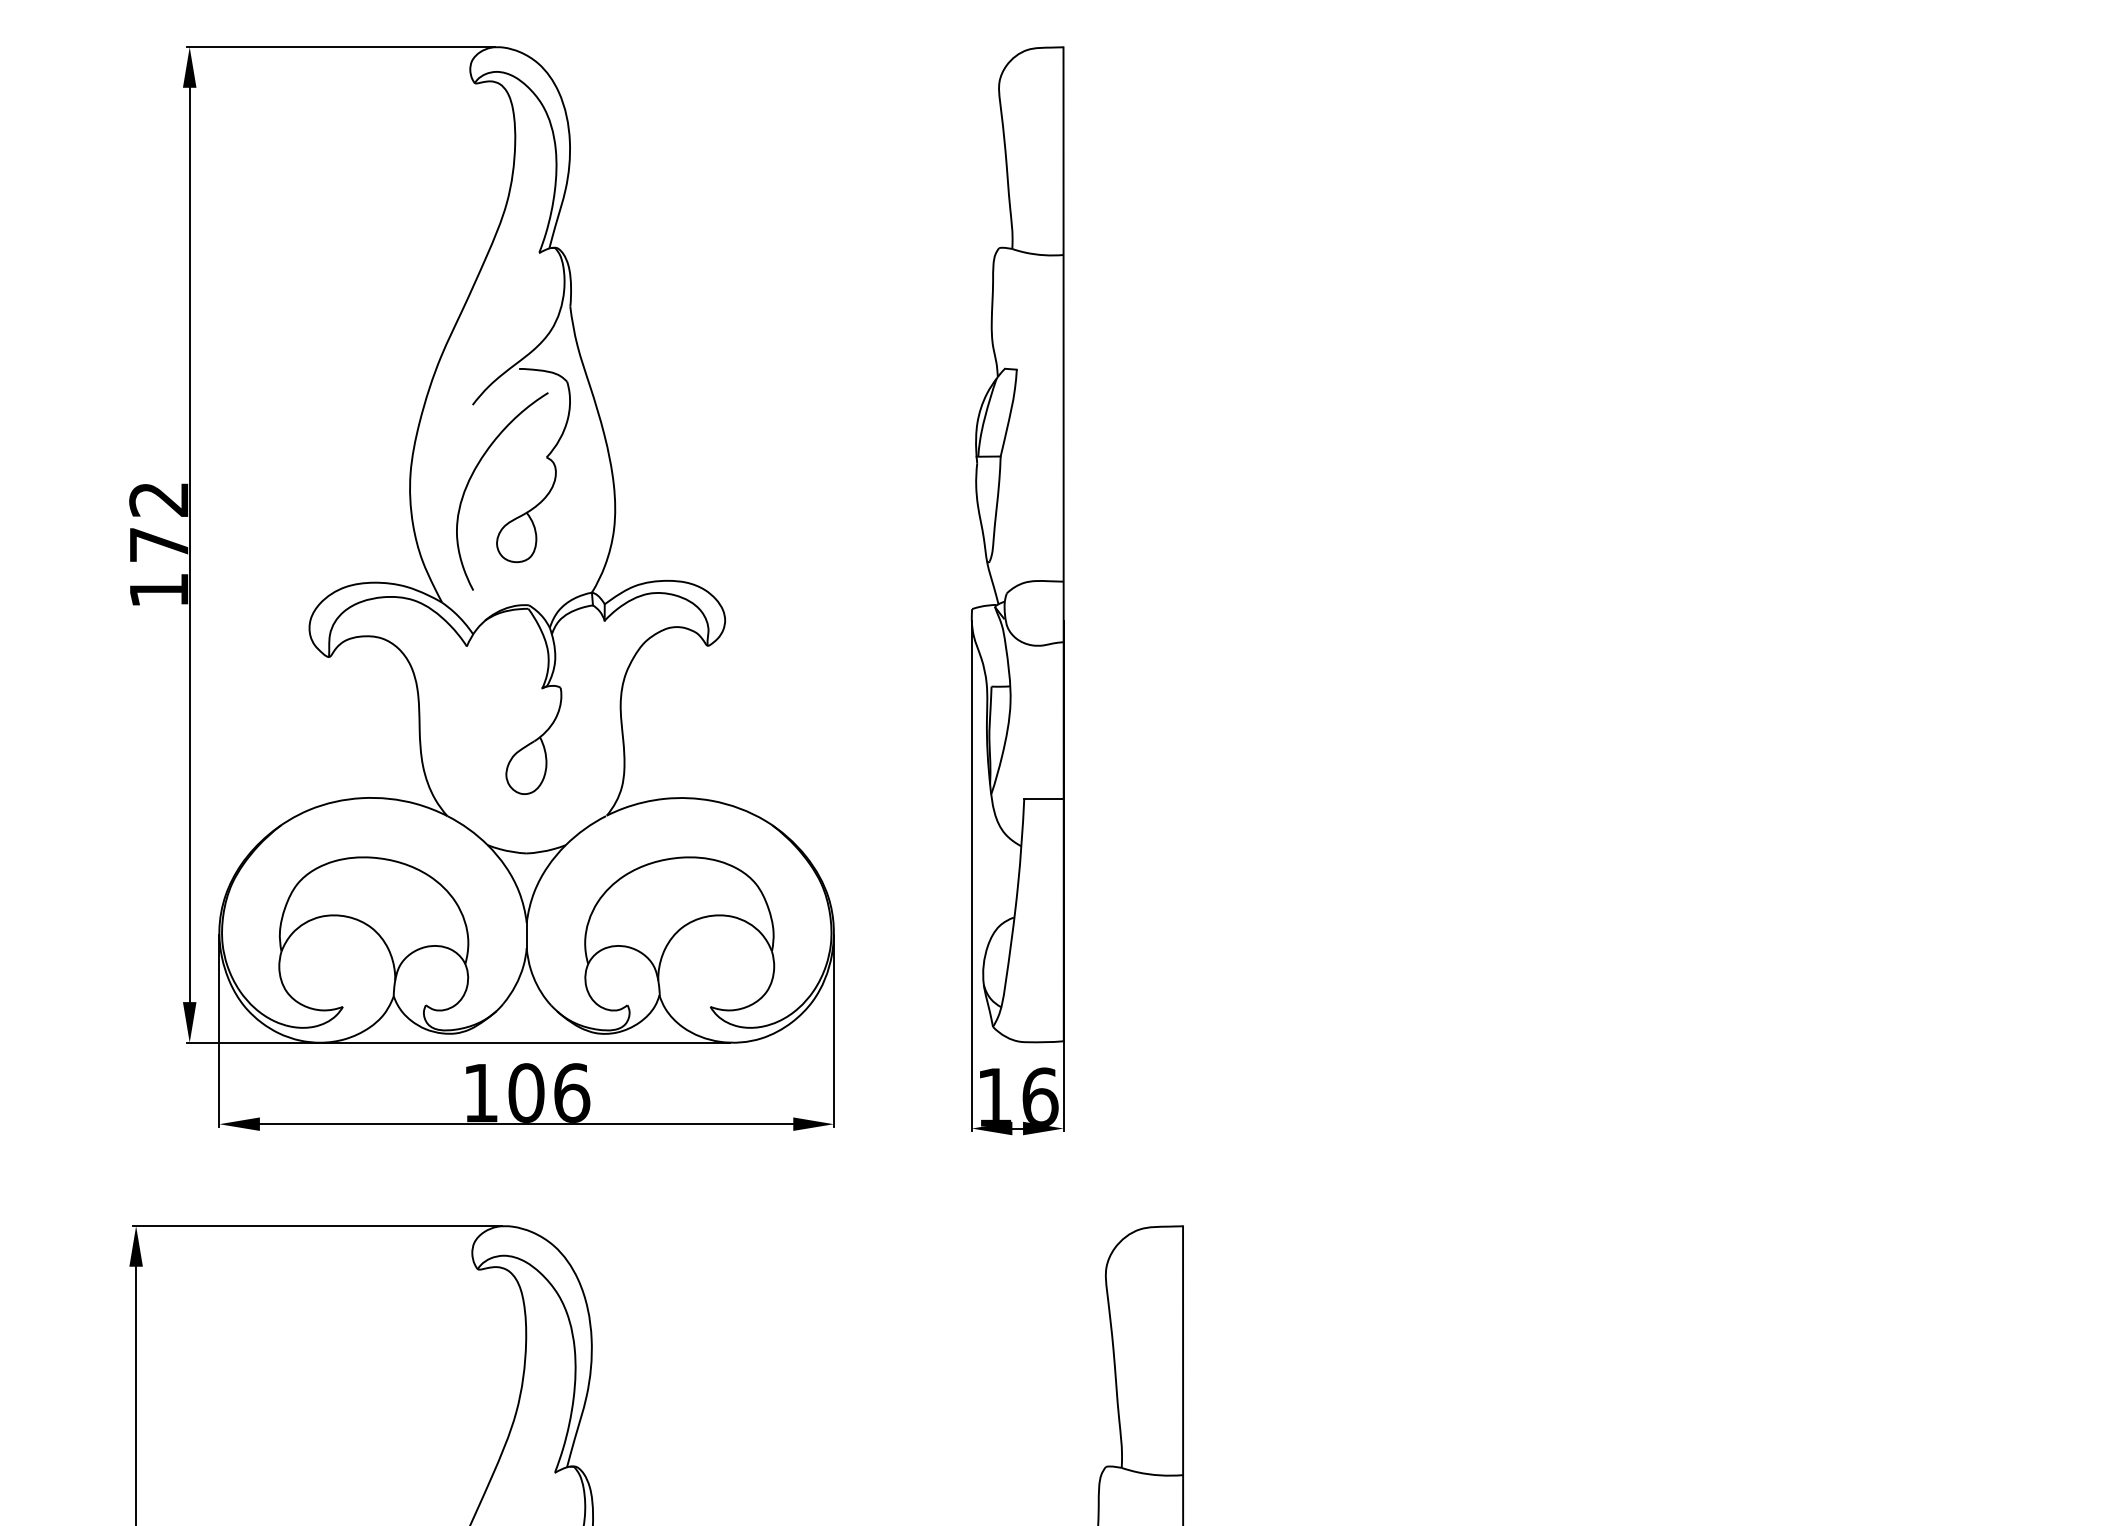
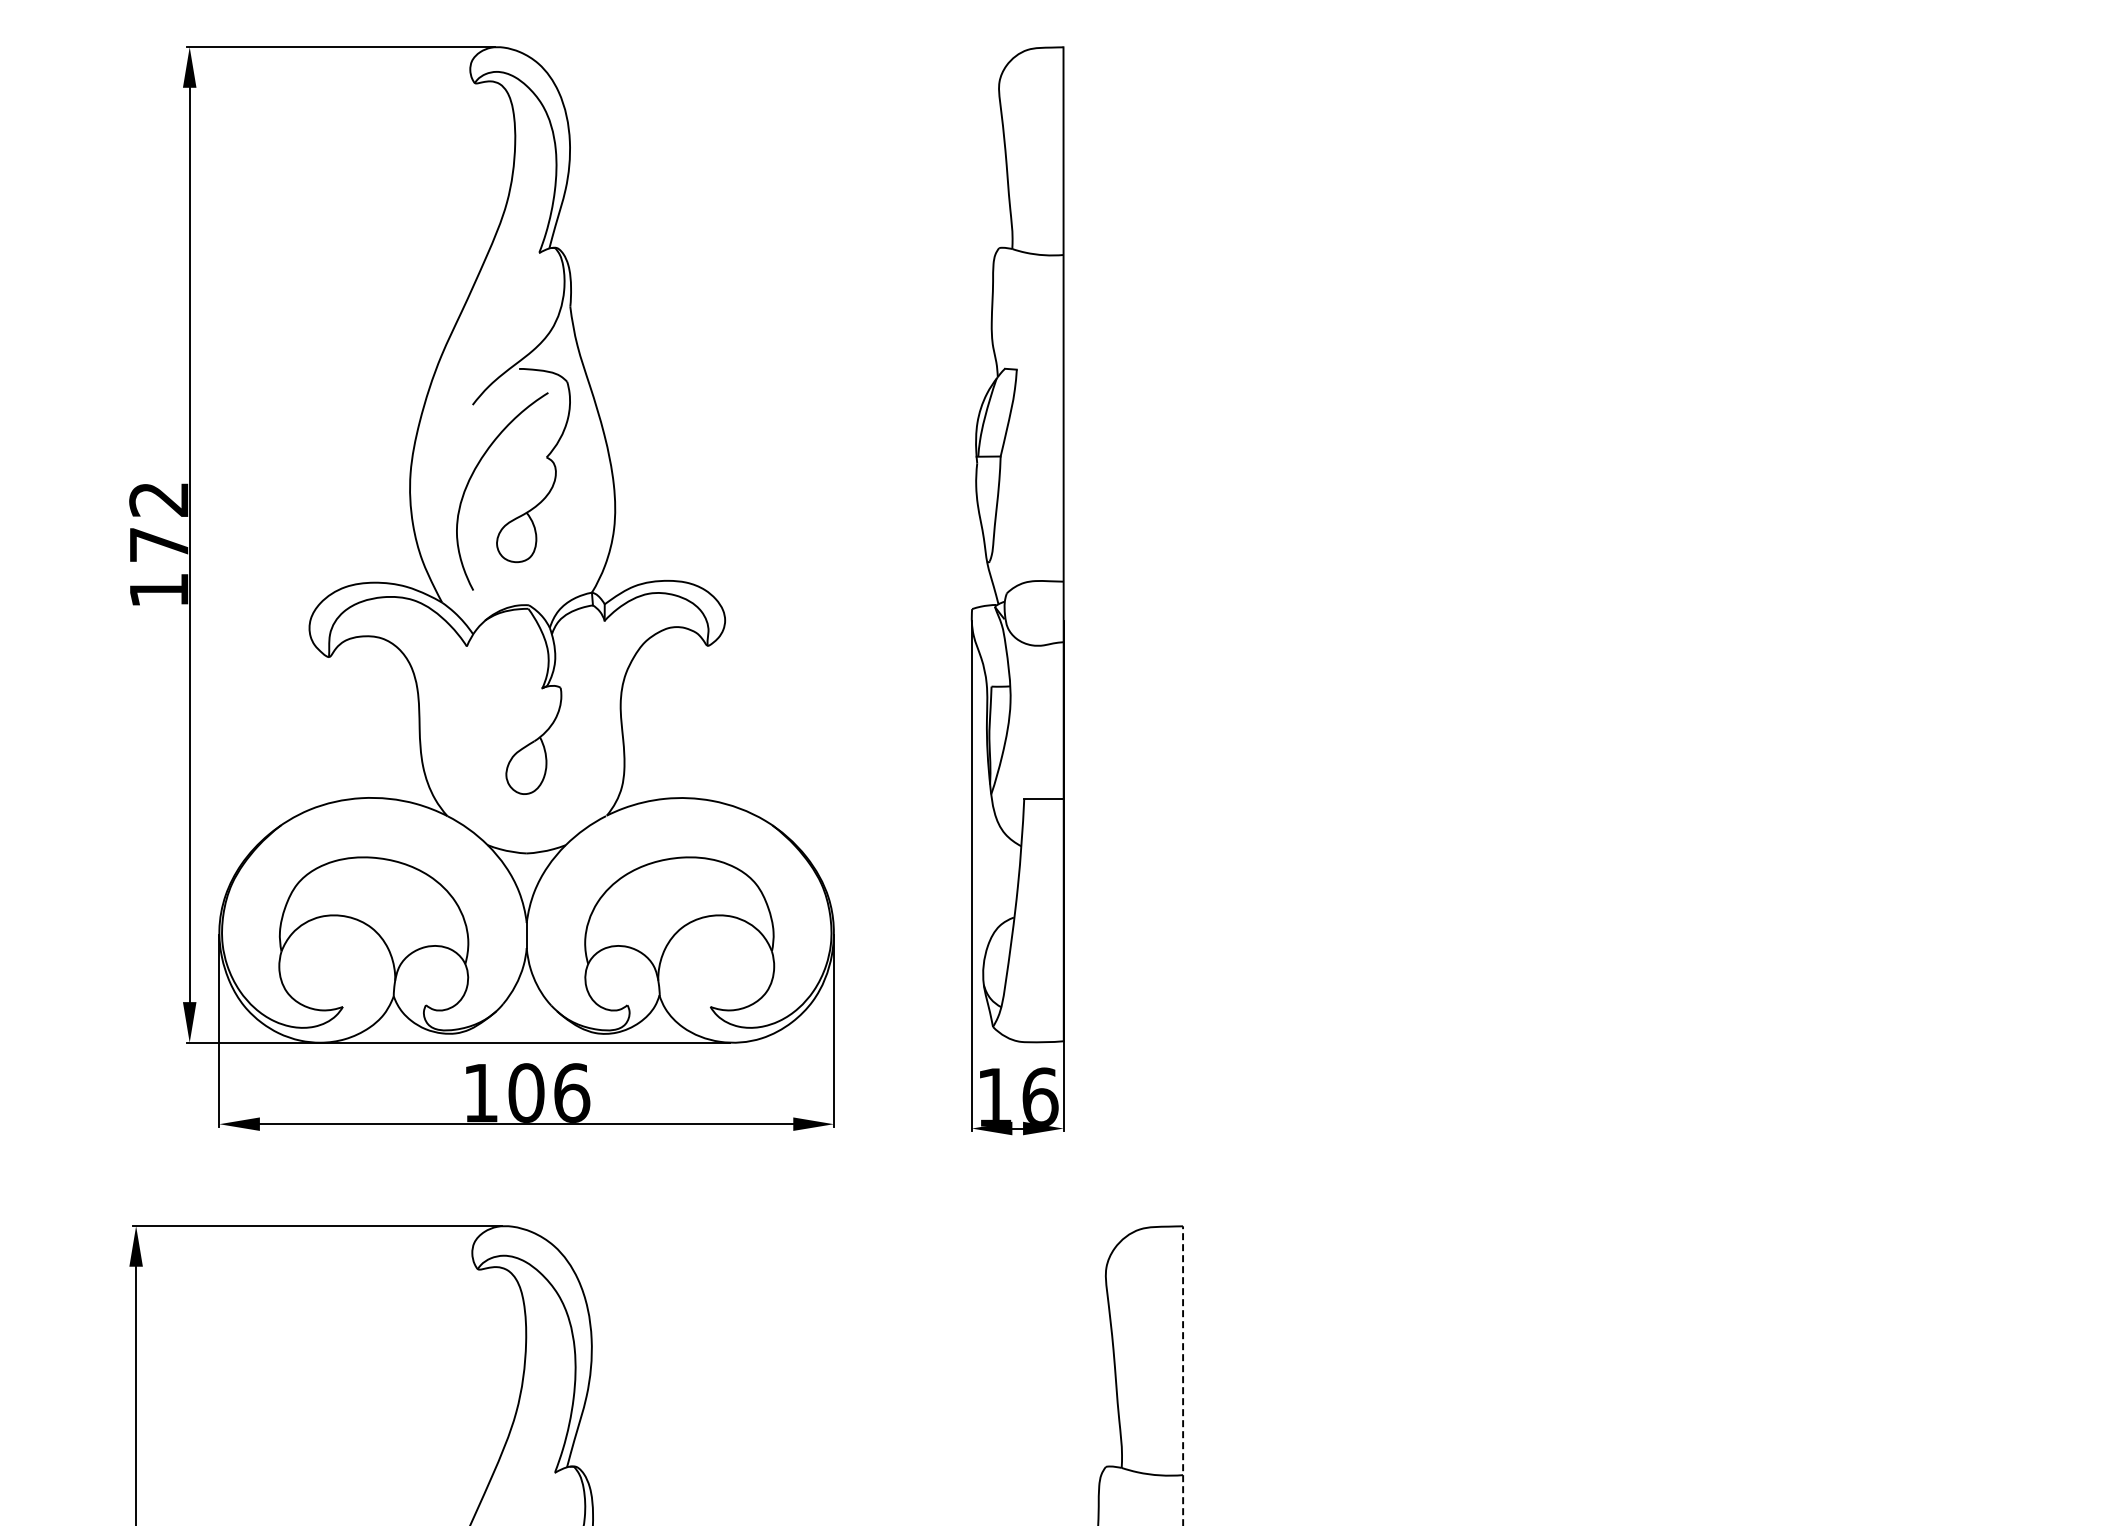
line at (1183, 1375): solid -> dashed
